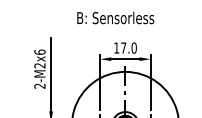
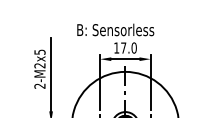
text at (115, 17) position: (115, 17) -> (115, 29)
text at (39, 51): 2-M2x6 -> 2-M2x5
